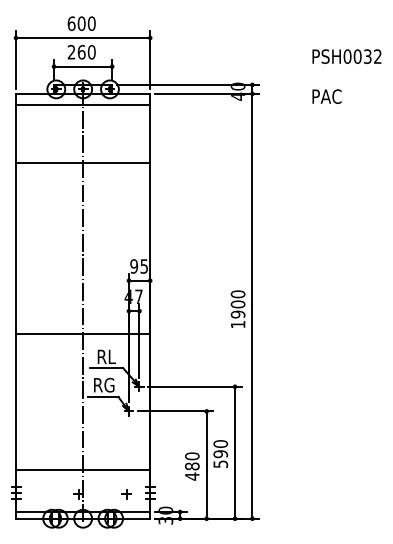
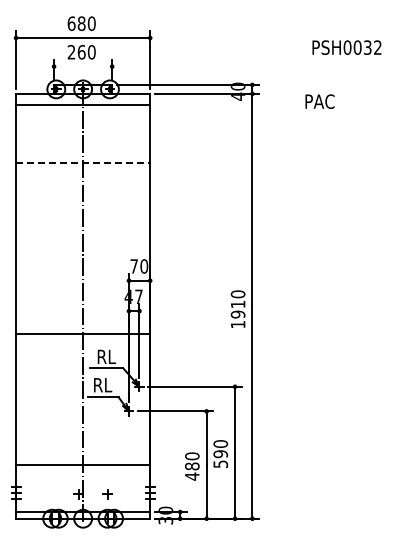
text at (81, 23): 600 -> 680
text at (346, 56) position: (346, 56) -> (346, 47)
line at (82, 66): present -> none
text at (326, 96) position: (326, 96) -> (319, 101)
line at (83, 163): solid -> dashed
text at (139, 266): 95 -> 70
text at (237, 304): 1900 -> 1910
text at (109, 384): RG -> RL
line at (83, 470) position: (83, 470) -> (83, 465)
part at (126, 494) position: (126, 494) -> (107, 494)
